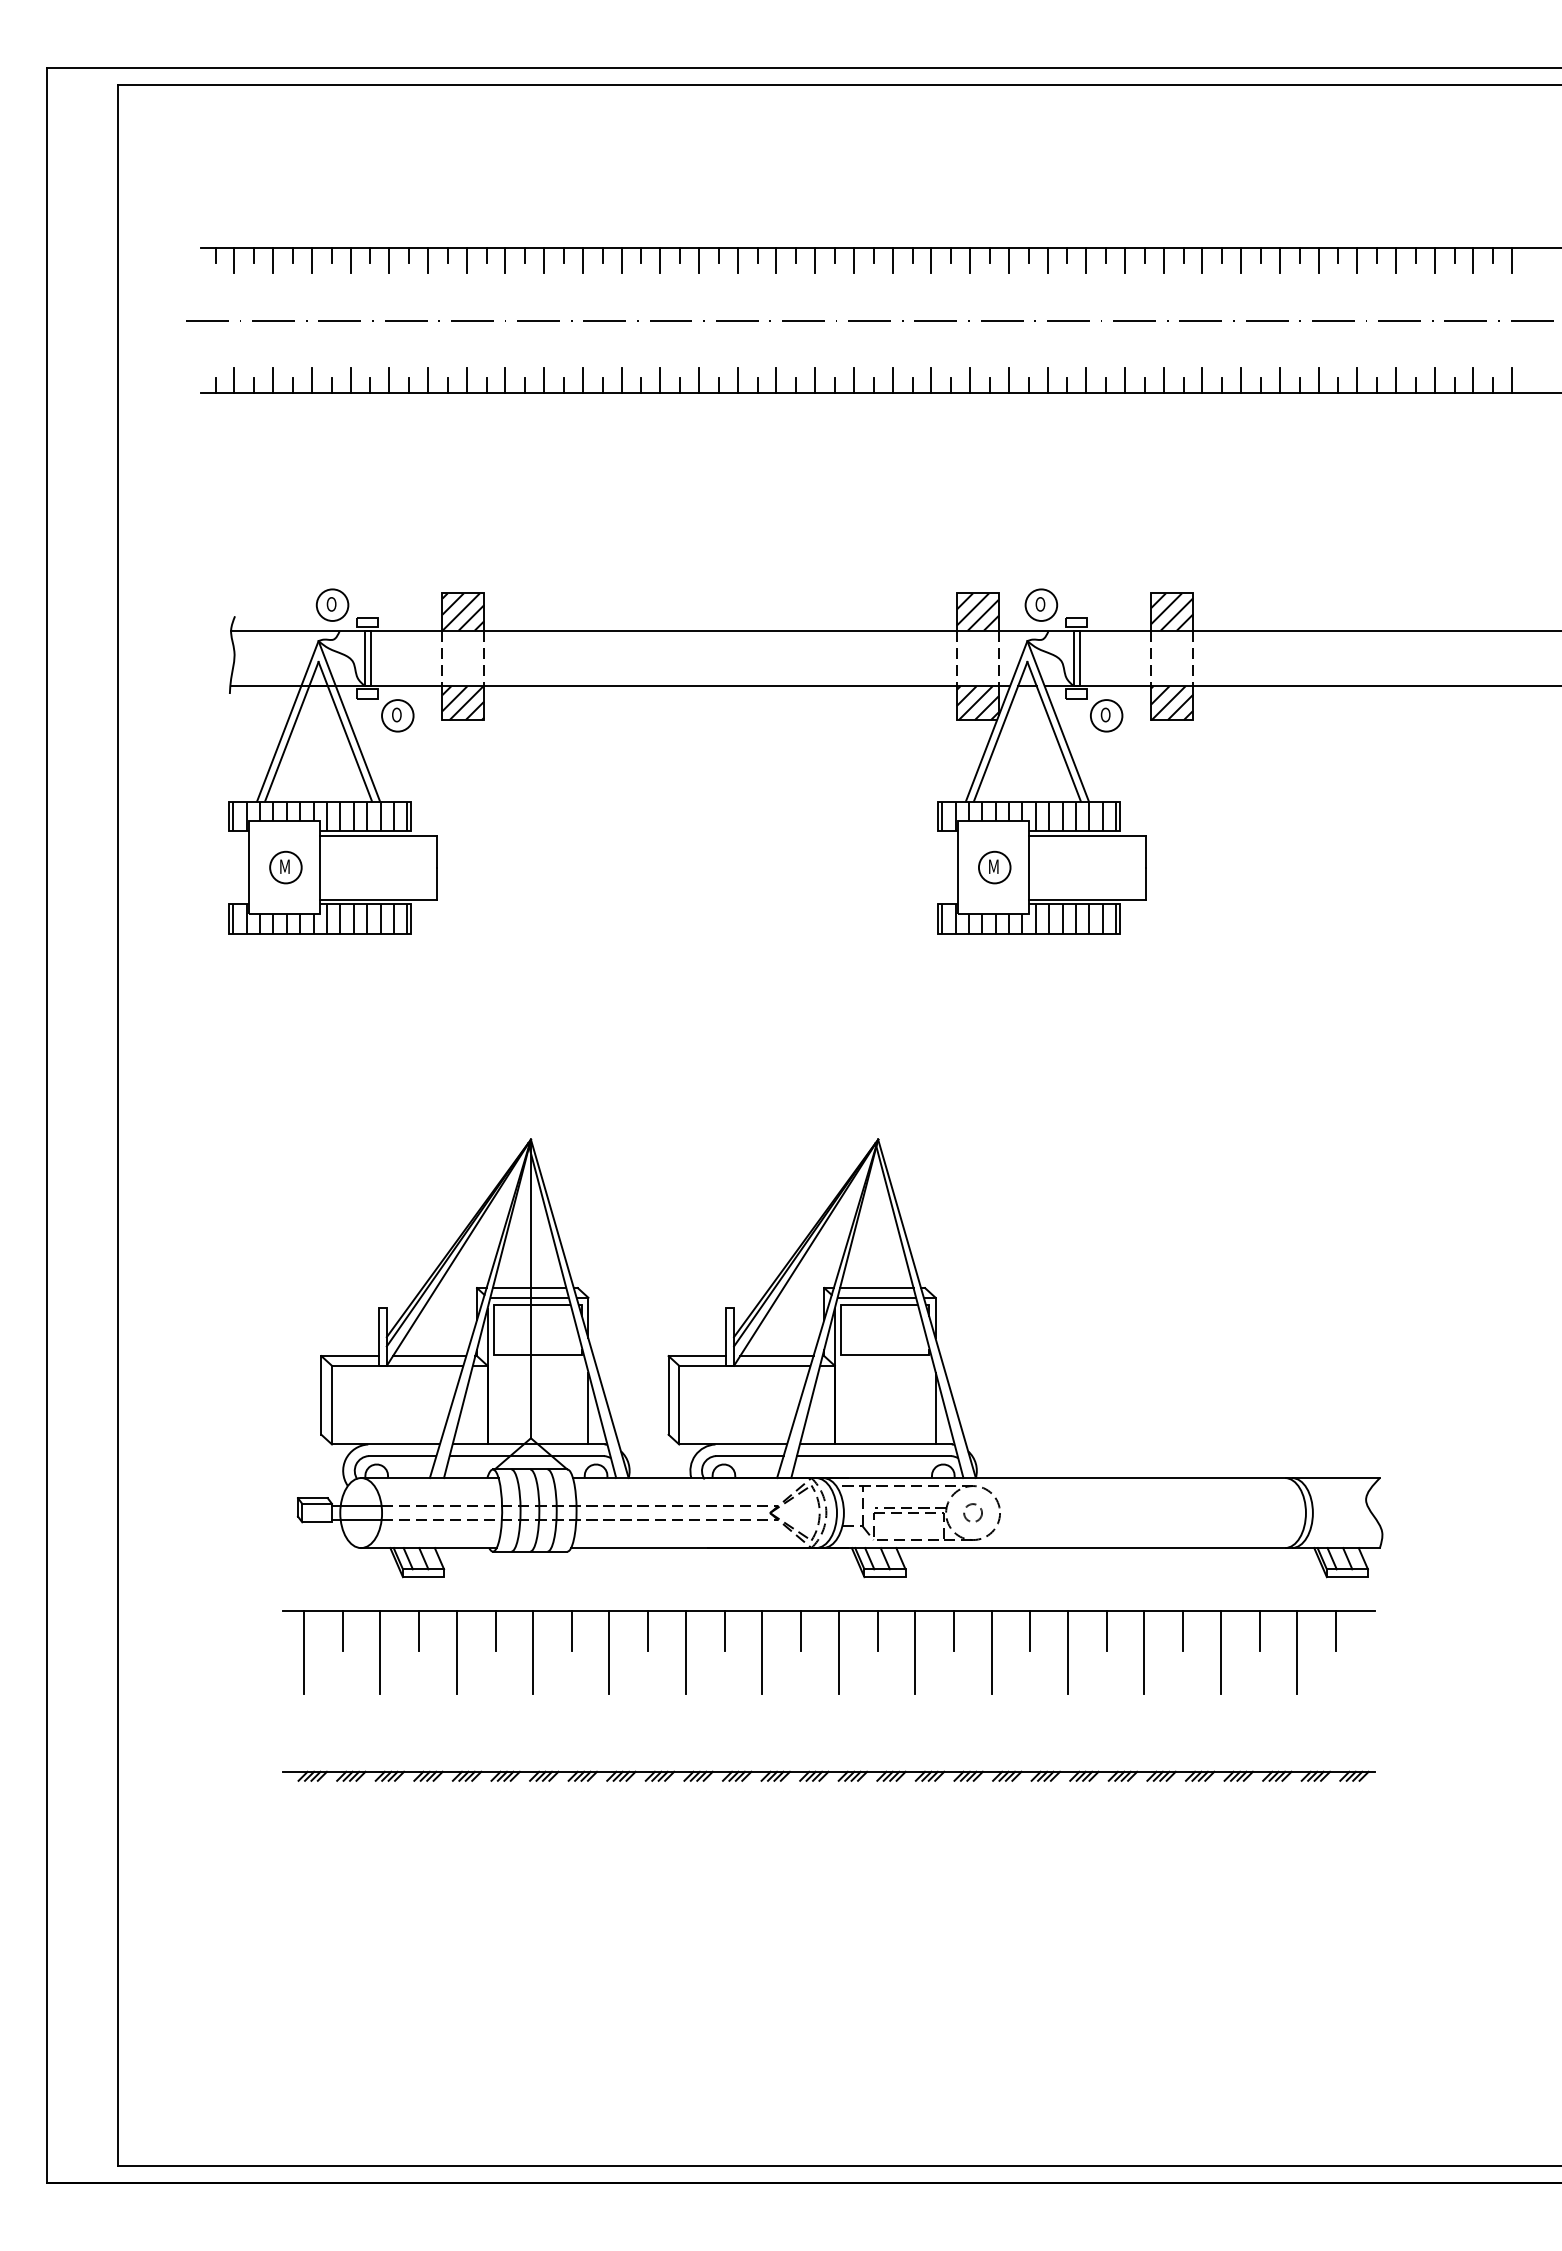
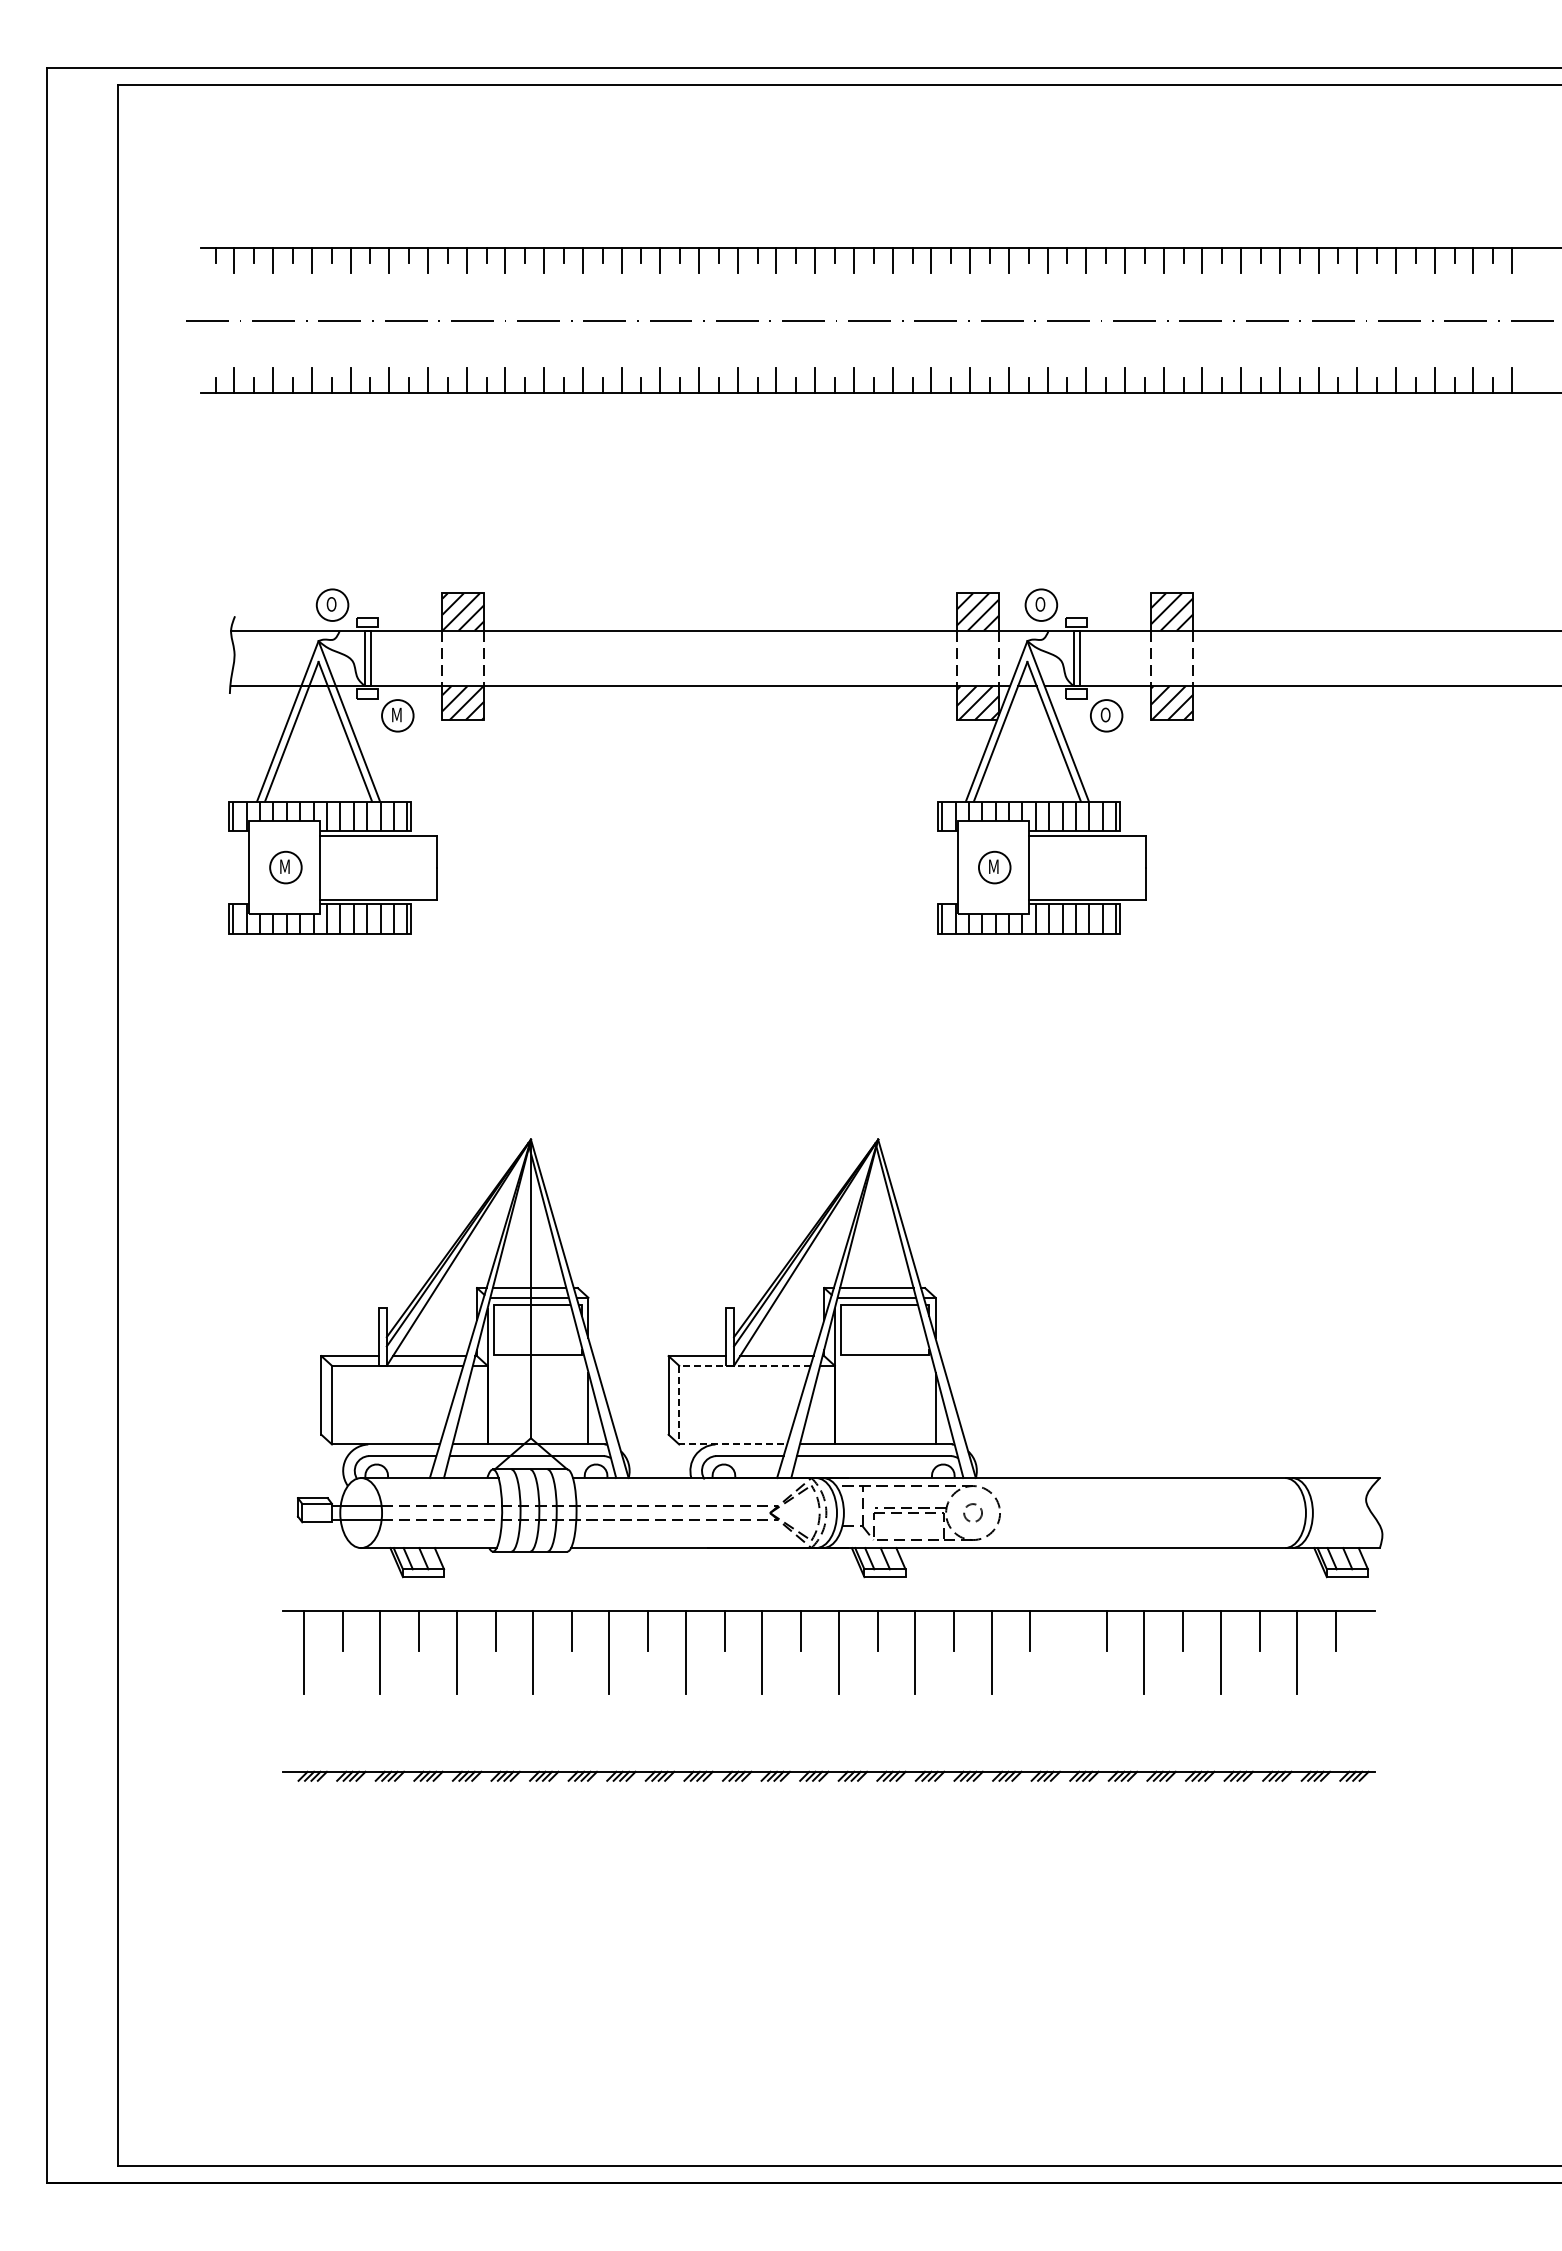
text at (396, 714): О -> М
line at (679, 1393): solid -> dashed
line at (1067, 1652): present -> none
